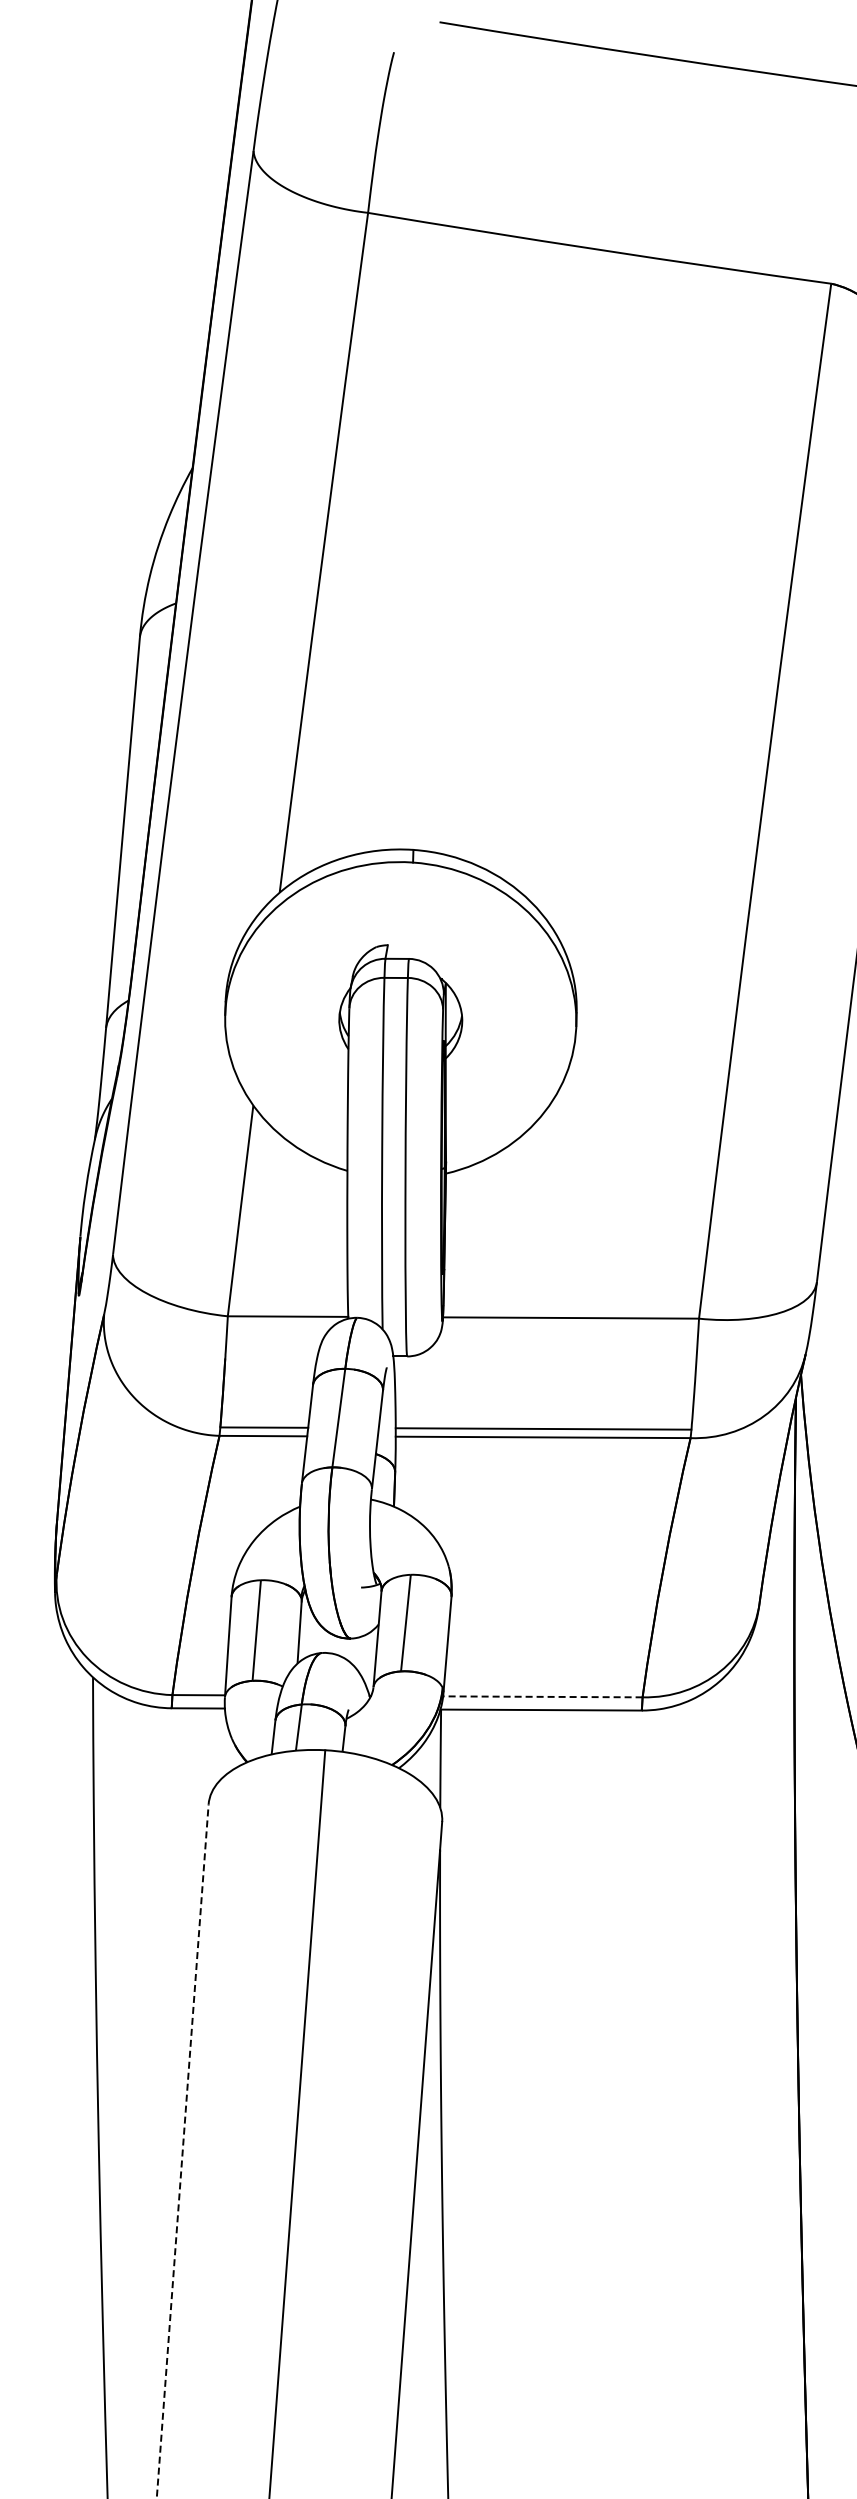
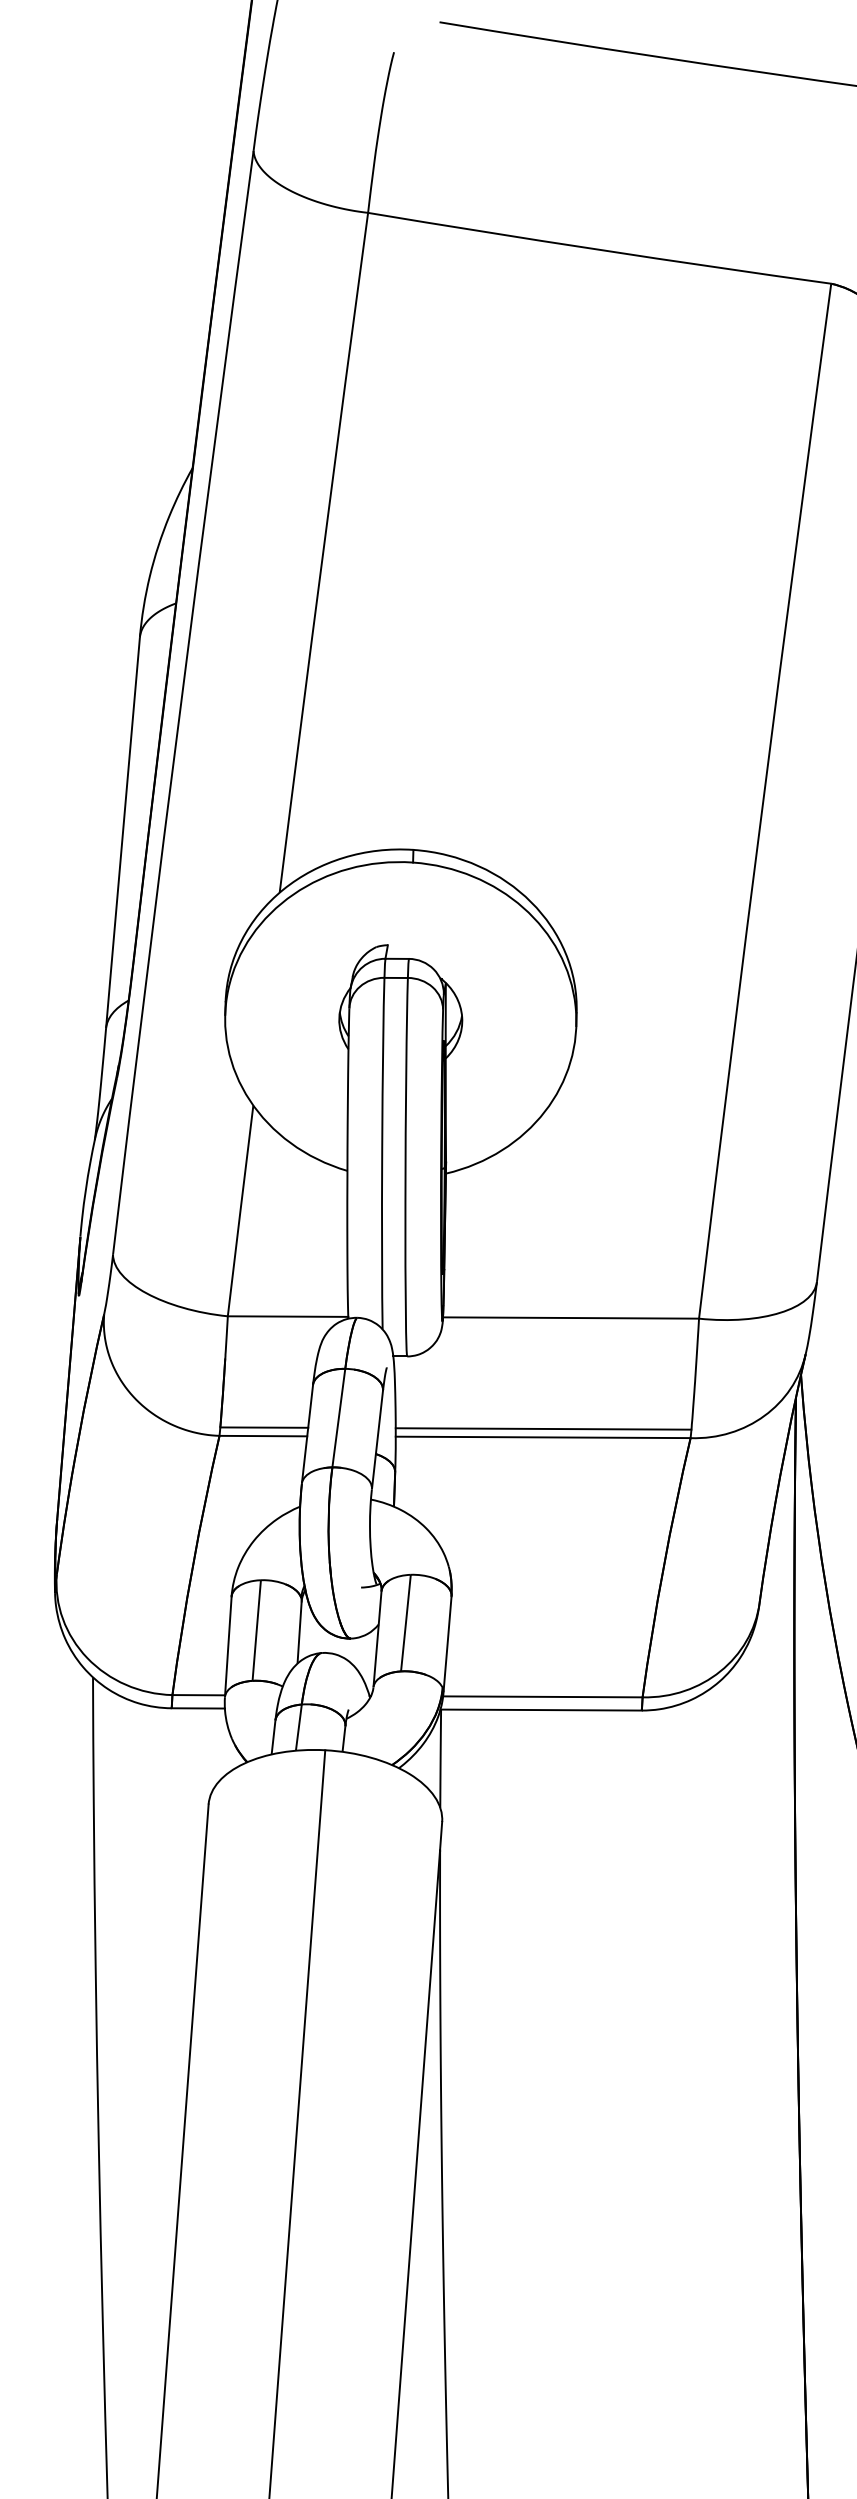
line at (542, 1696): dashed -> solid
line at (182, 2151): dashed -> solid
